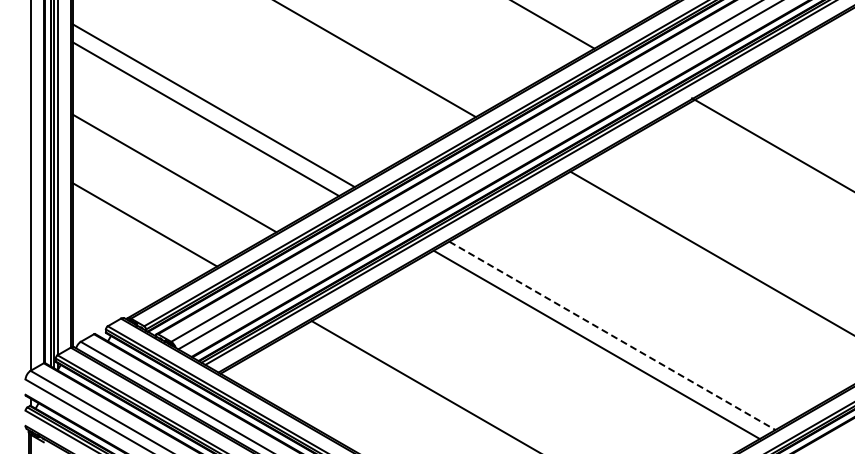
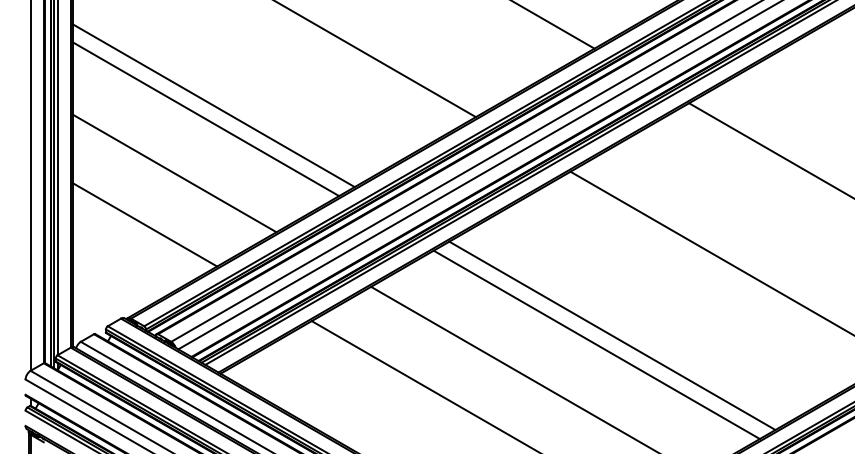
line at (771, 144) position: (771, 144) -> (770, 149)
line at (612, 336): dashed -> solid
line at (512, 368): none -> present
